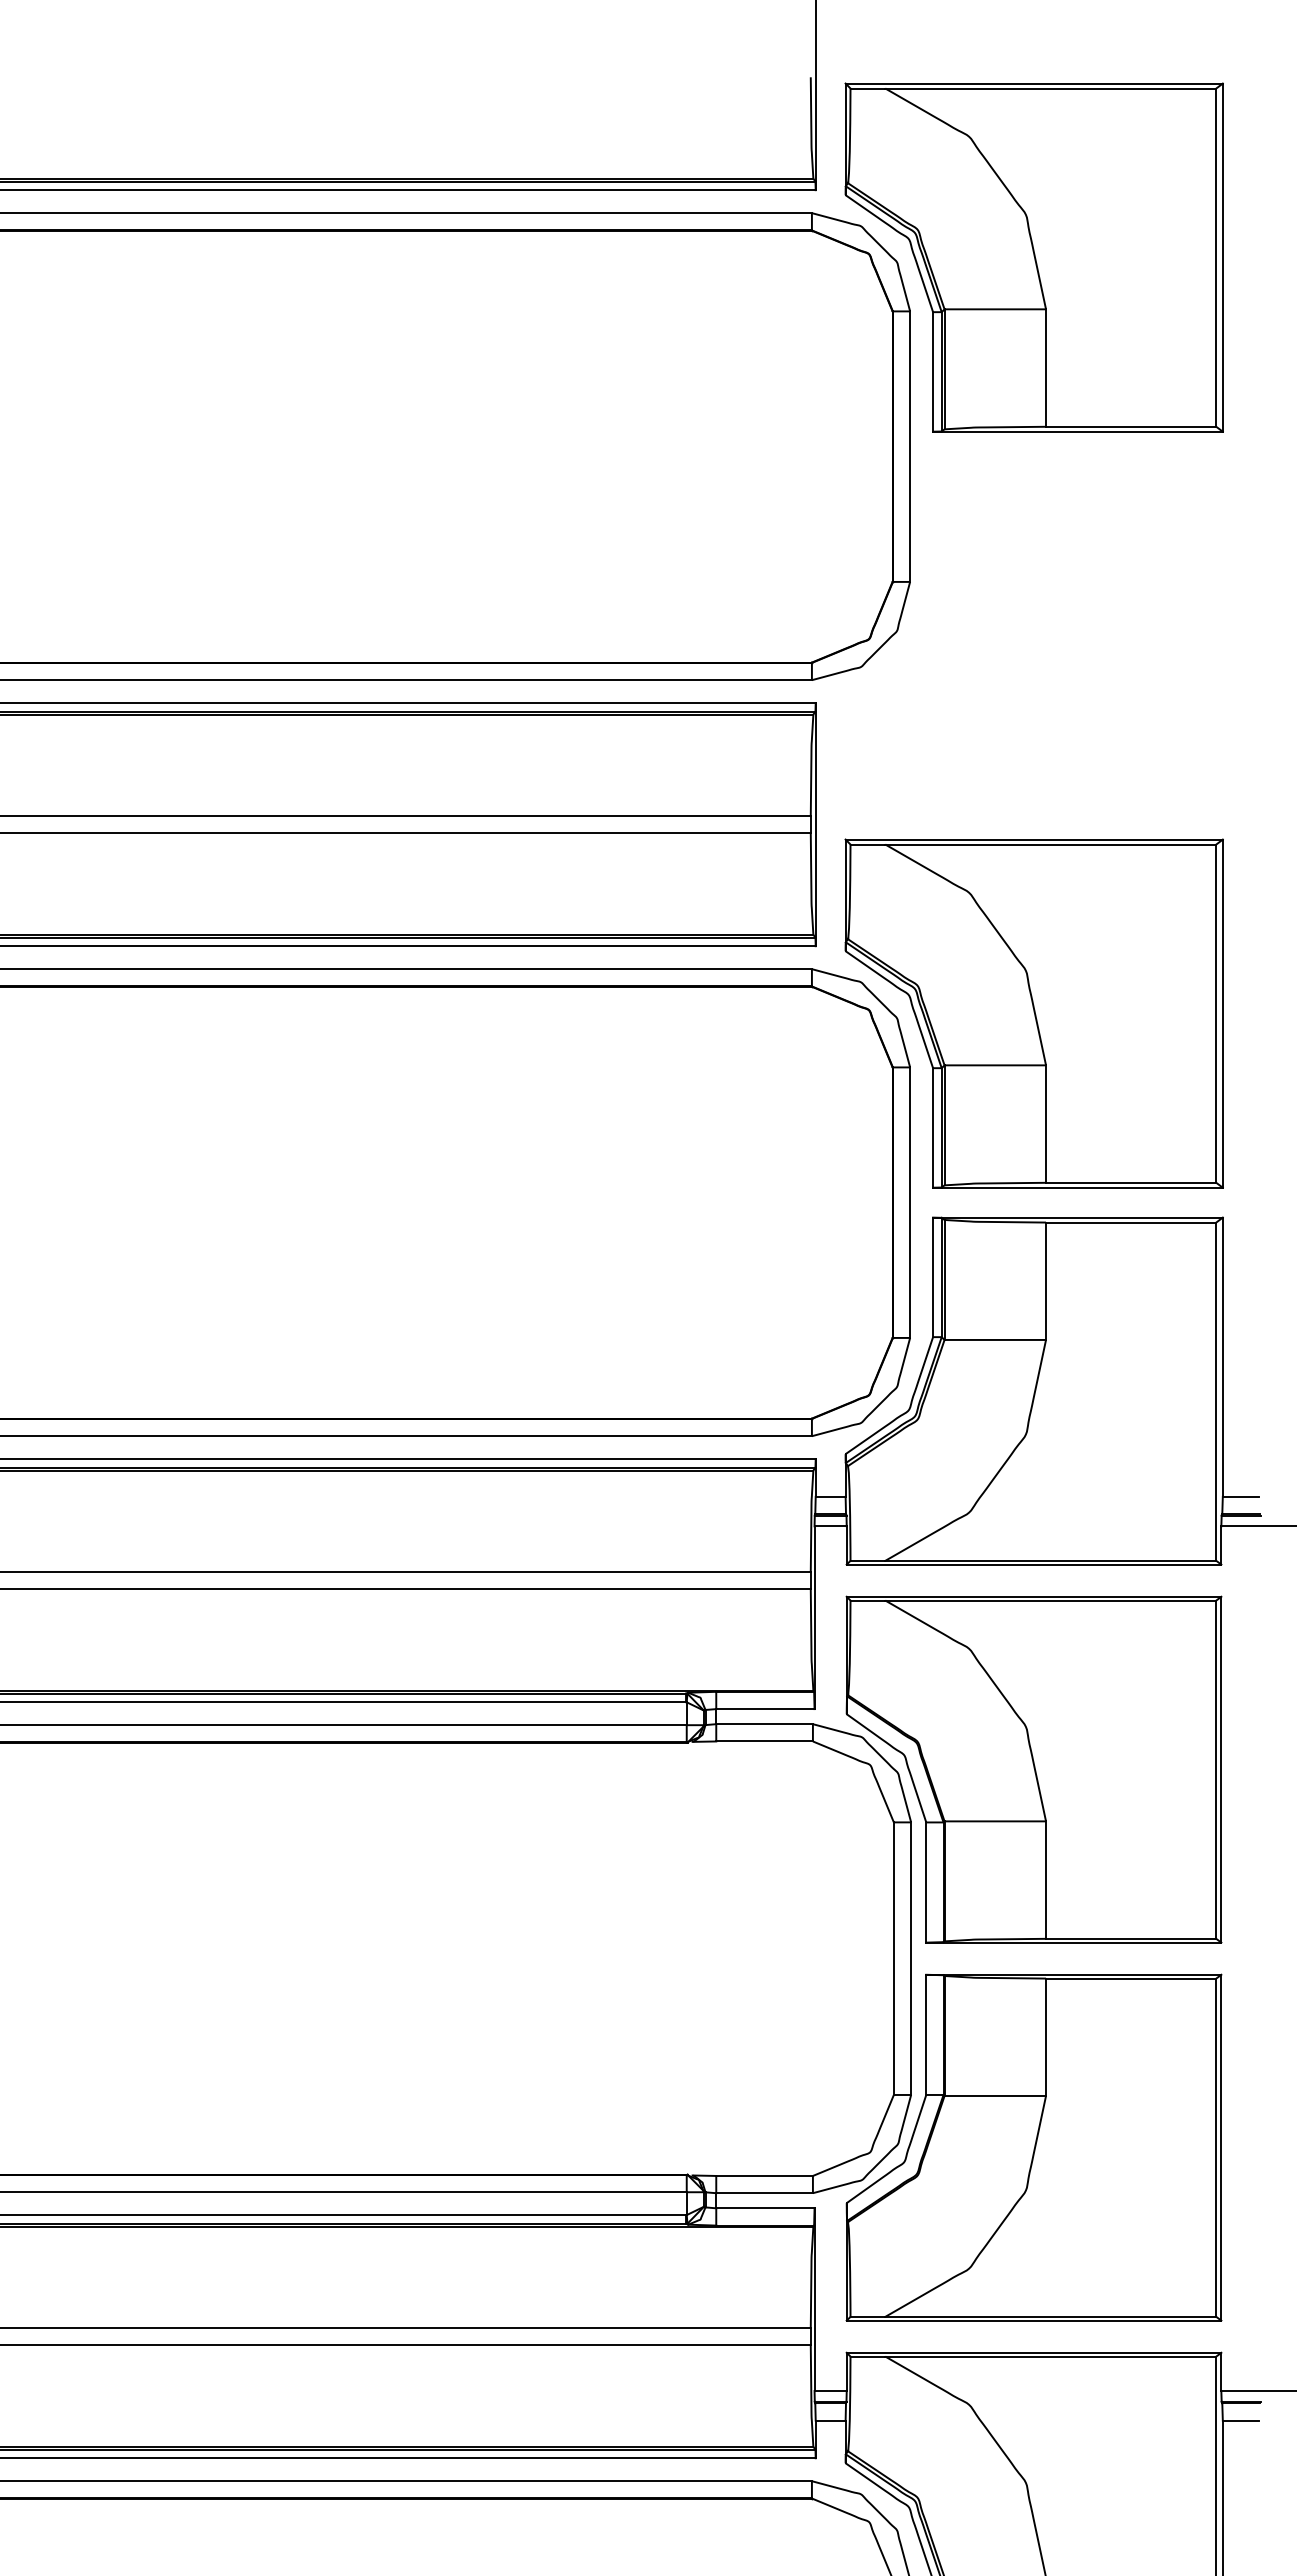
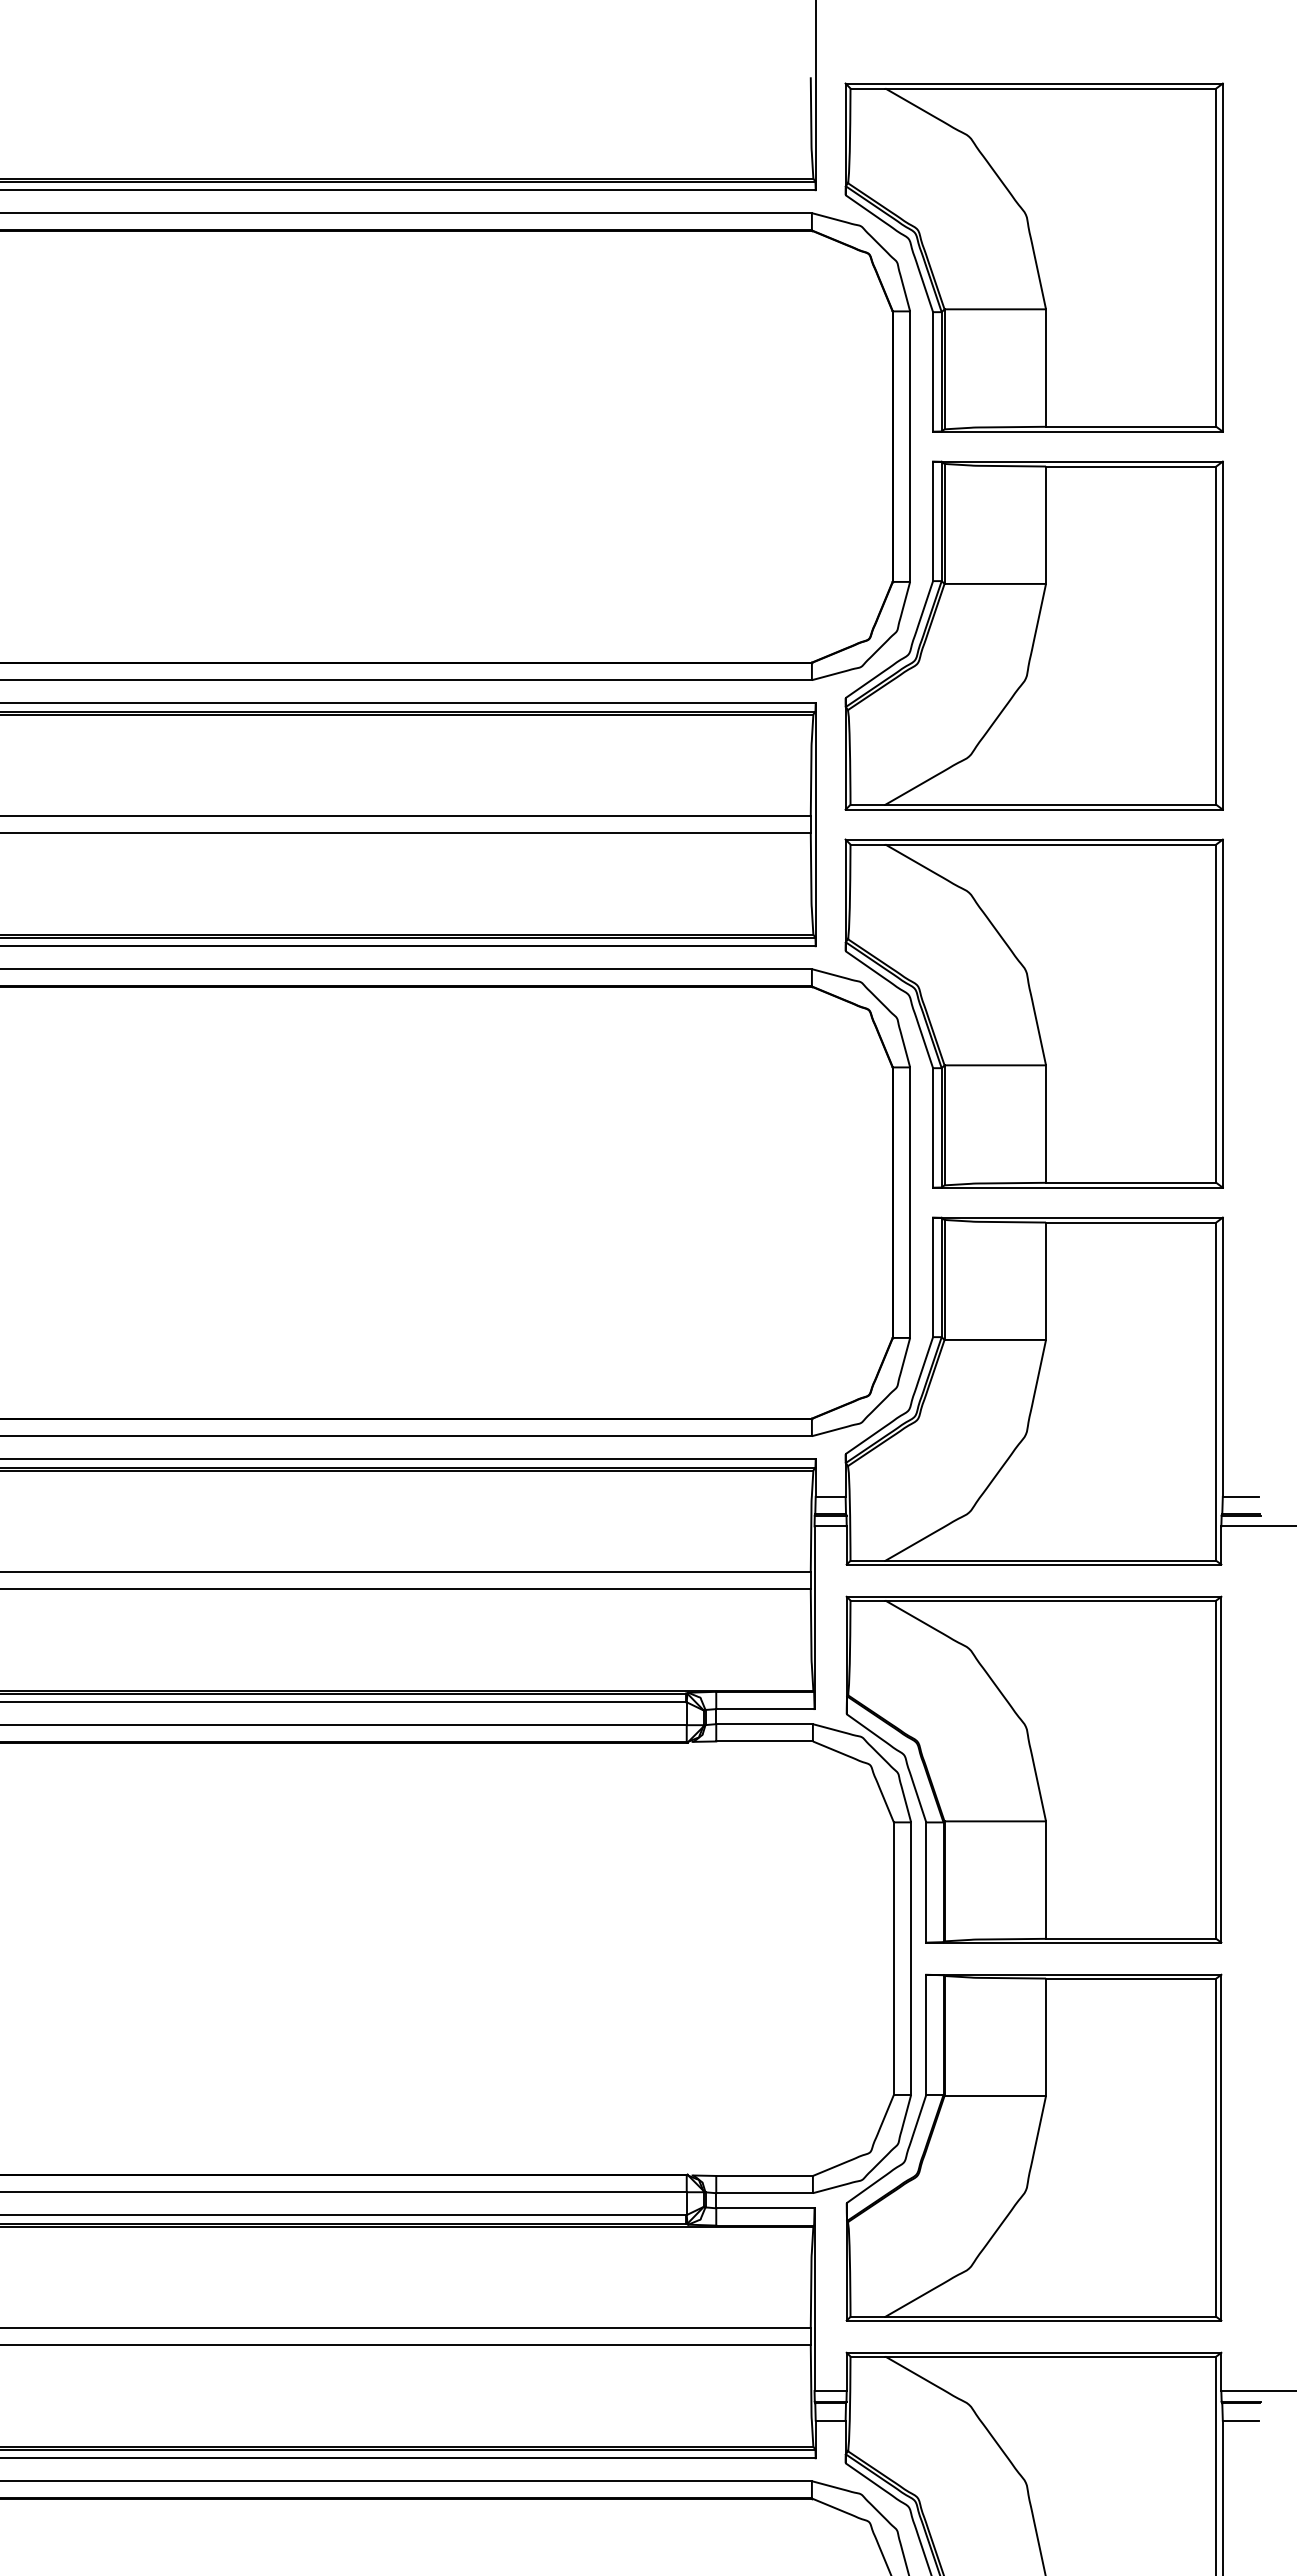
part at (1033, 635): none -> present
